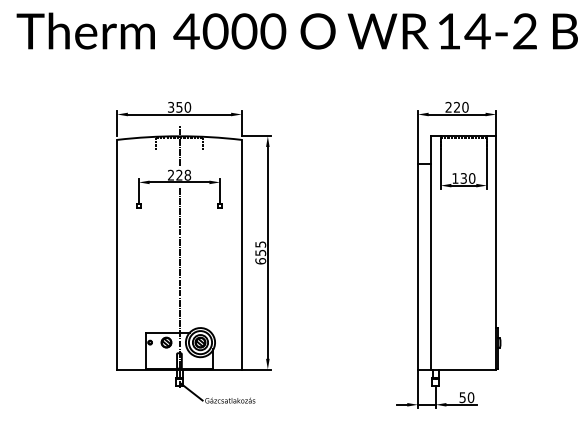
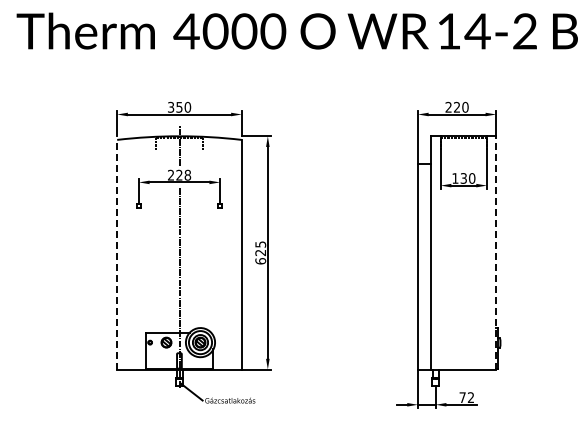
text at (260, 252): 655 -> 625
line at (496, 252): solid -> dashed
line at (117, 254): solid -> dashed
text at (466, 397): 50 -> 72
